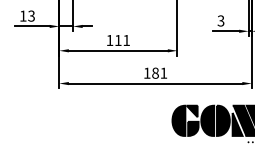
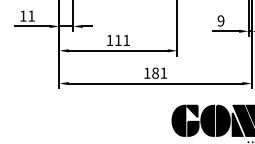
text at (31, 15): 13 -> 11
text at (220, 20): 3 -> 9
